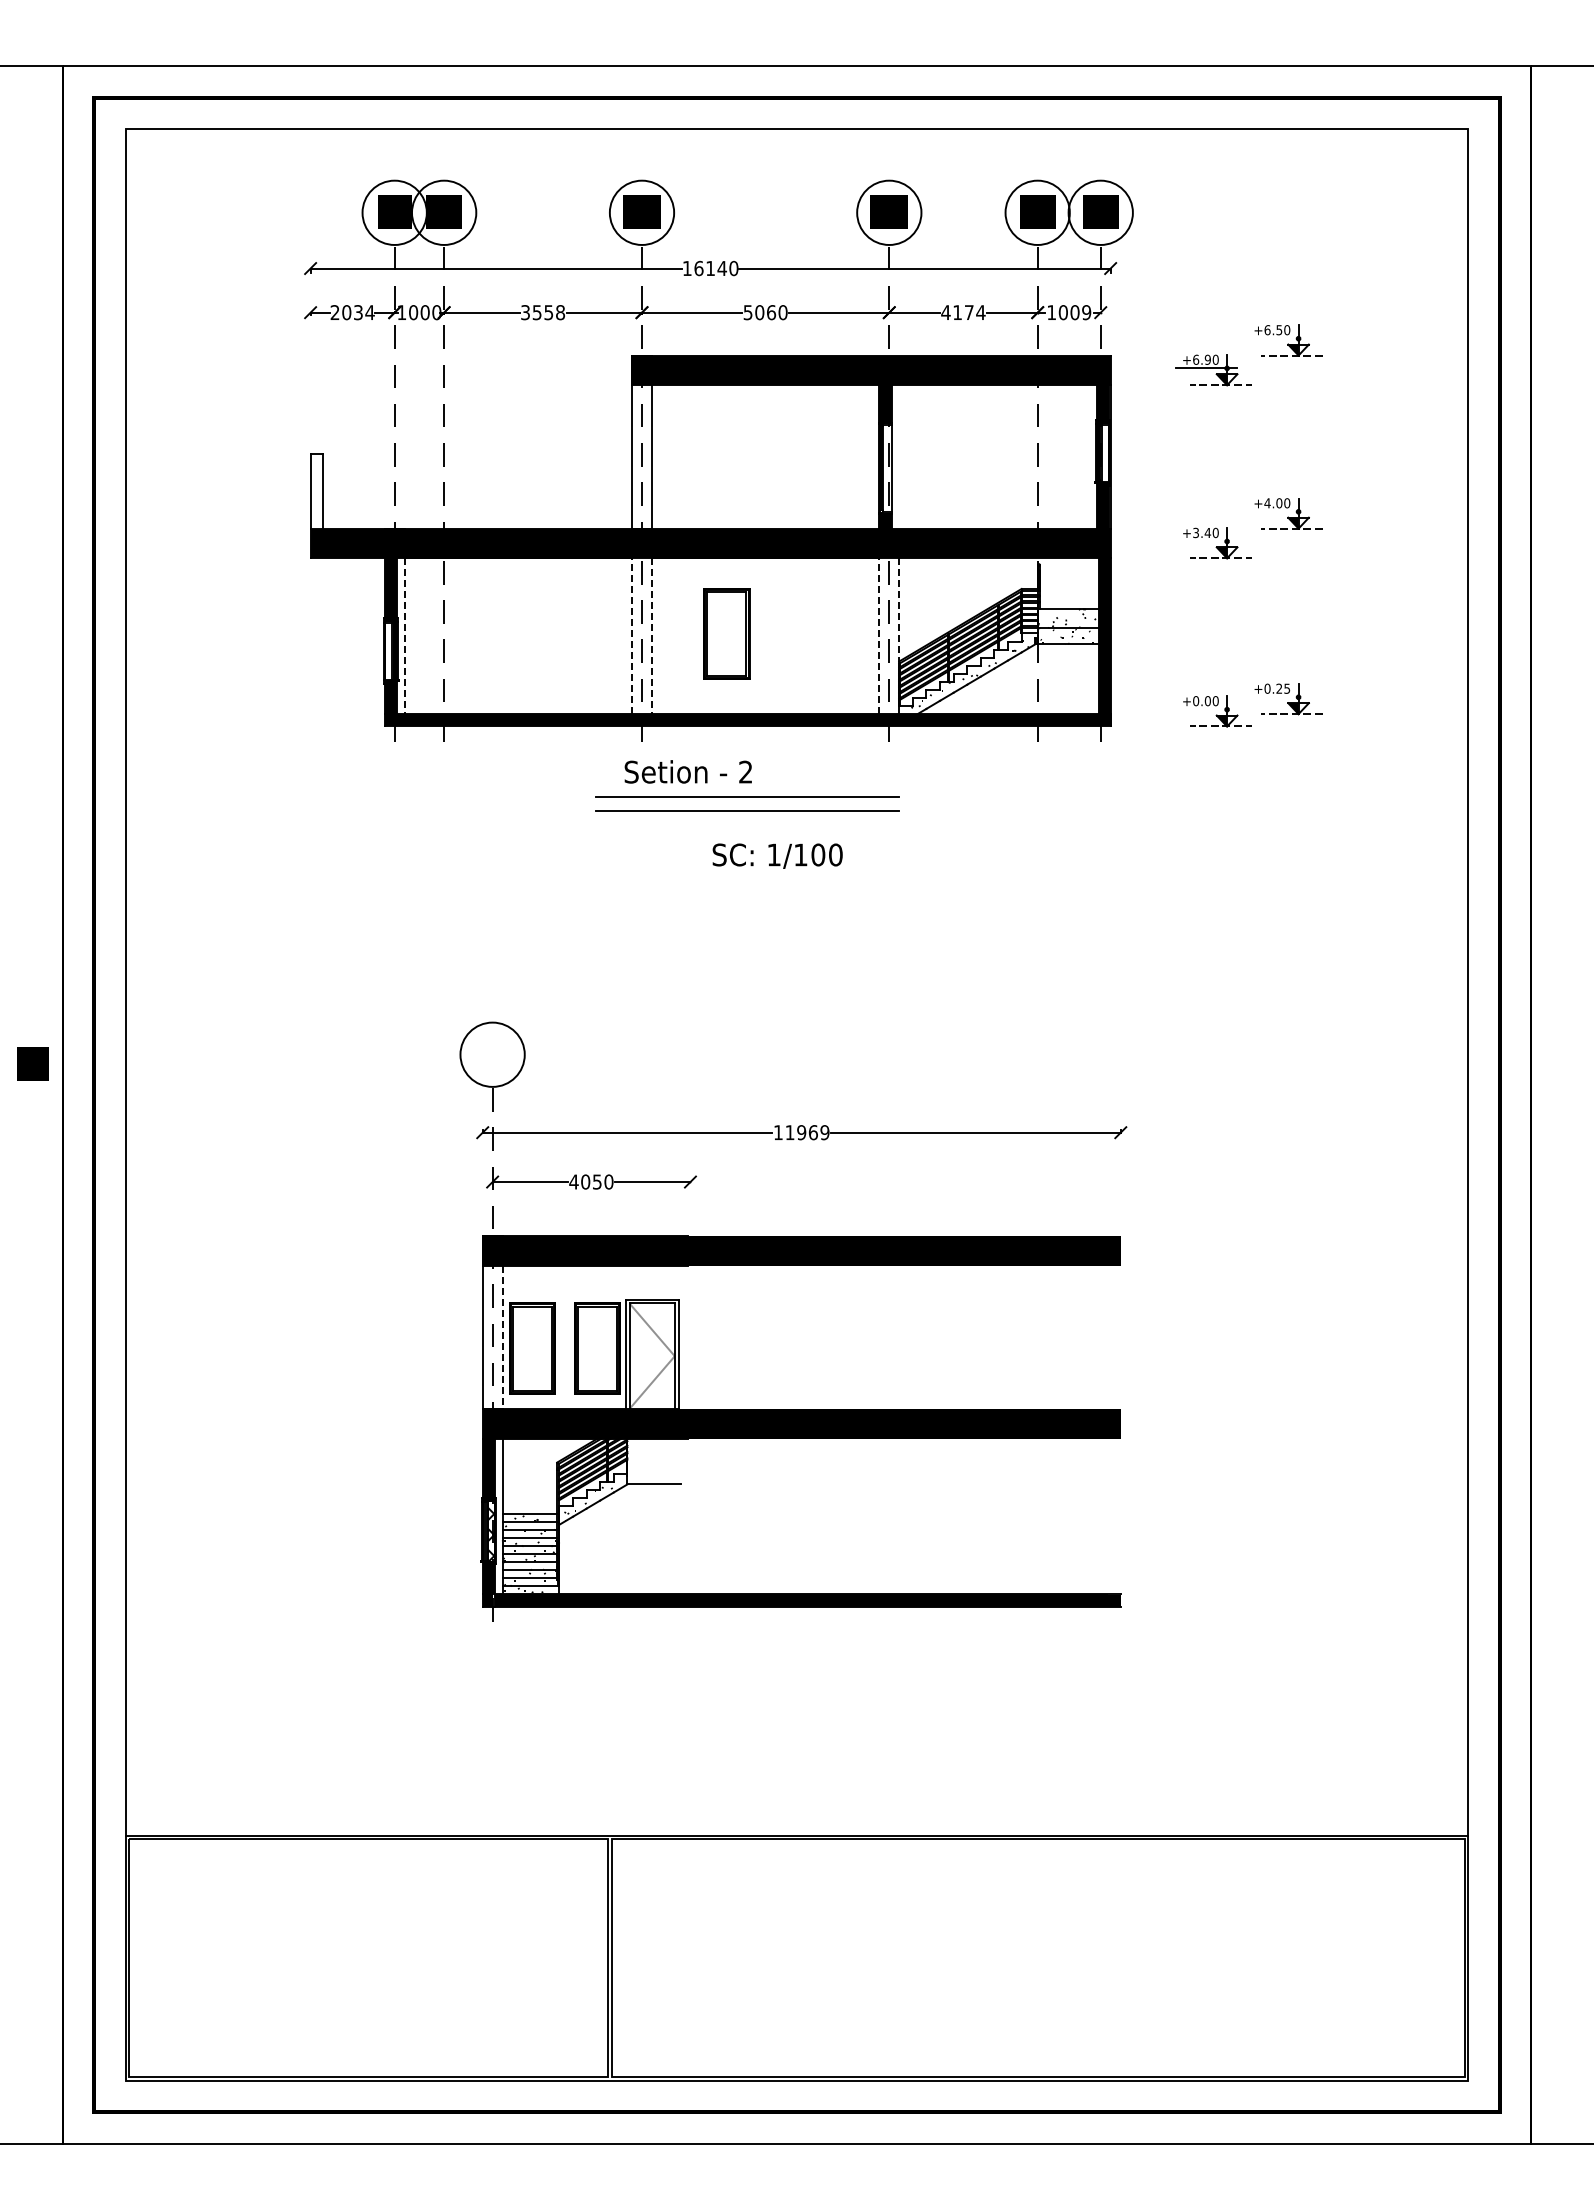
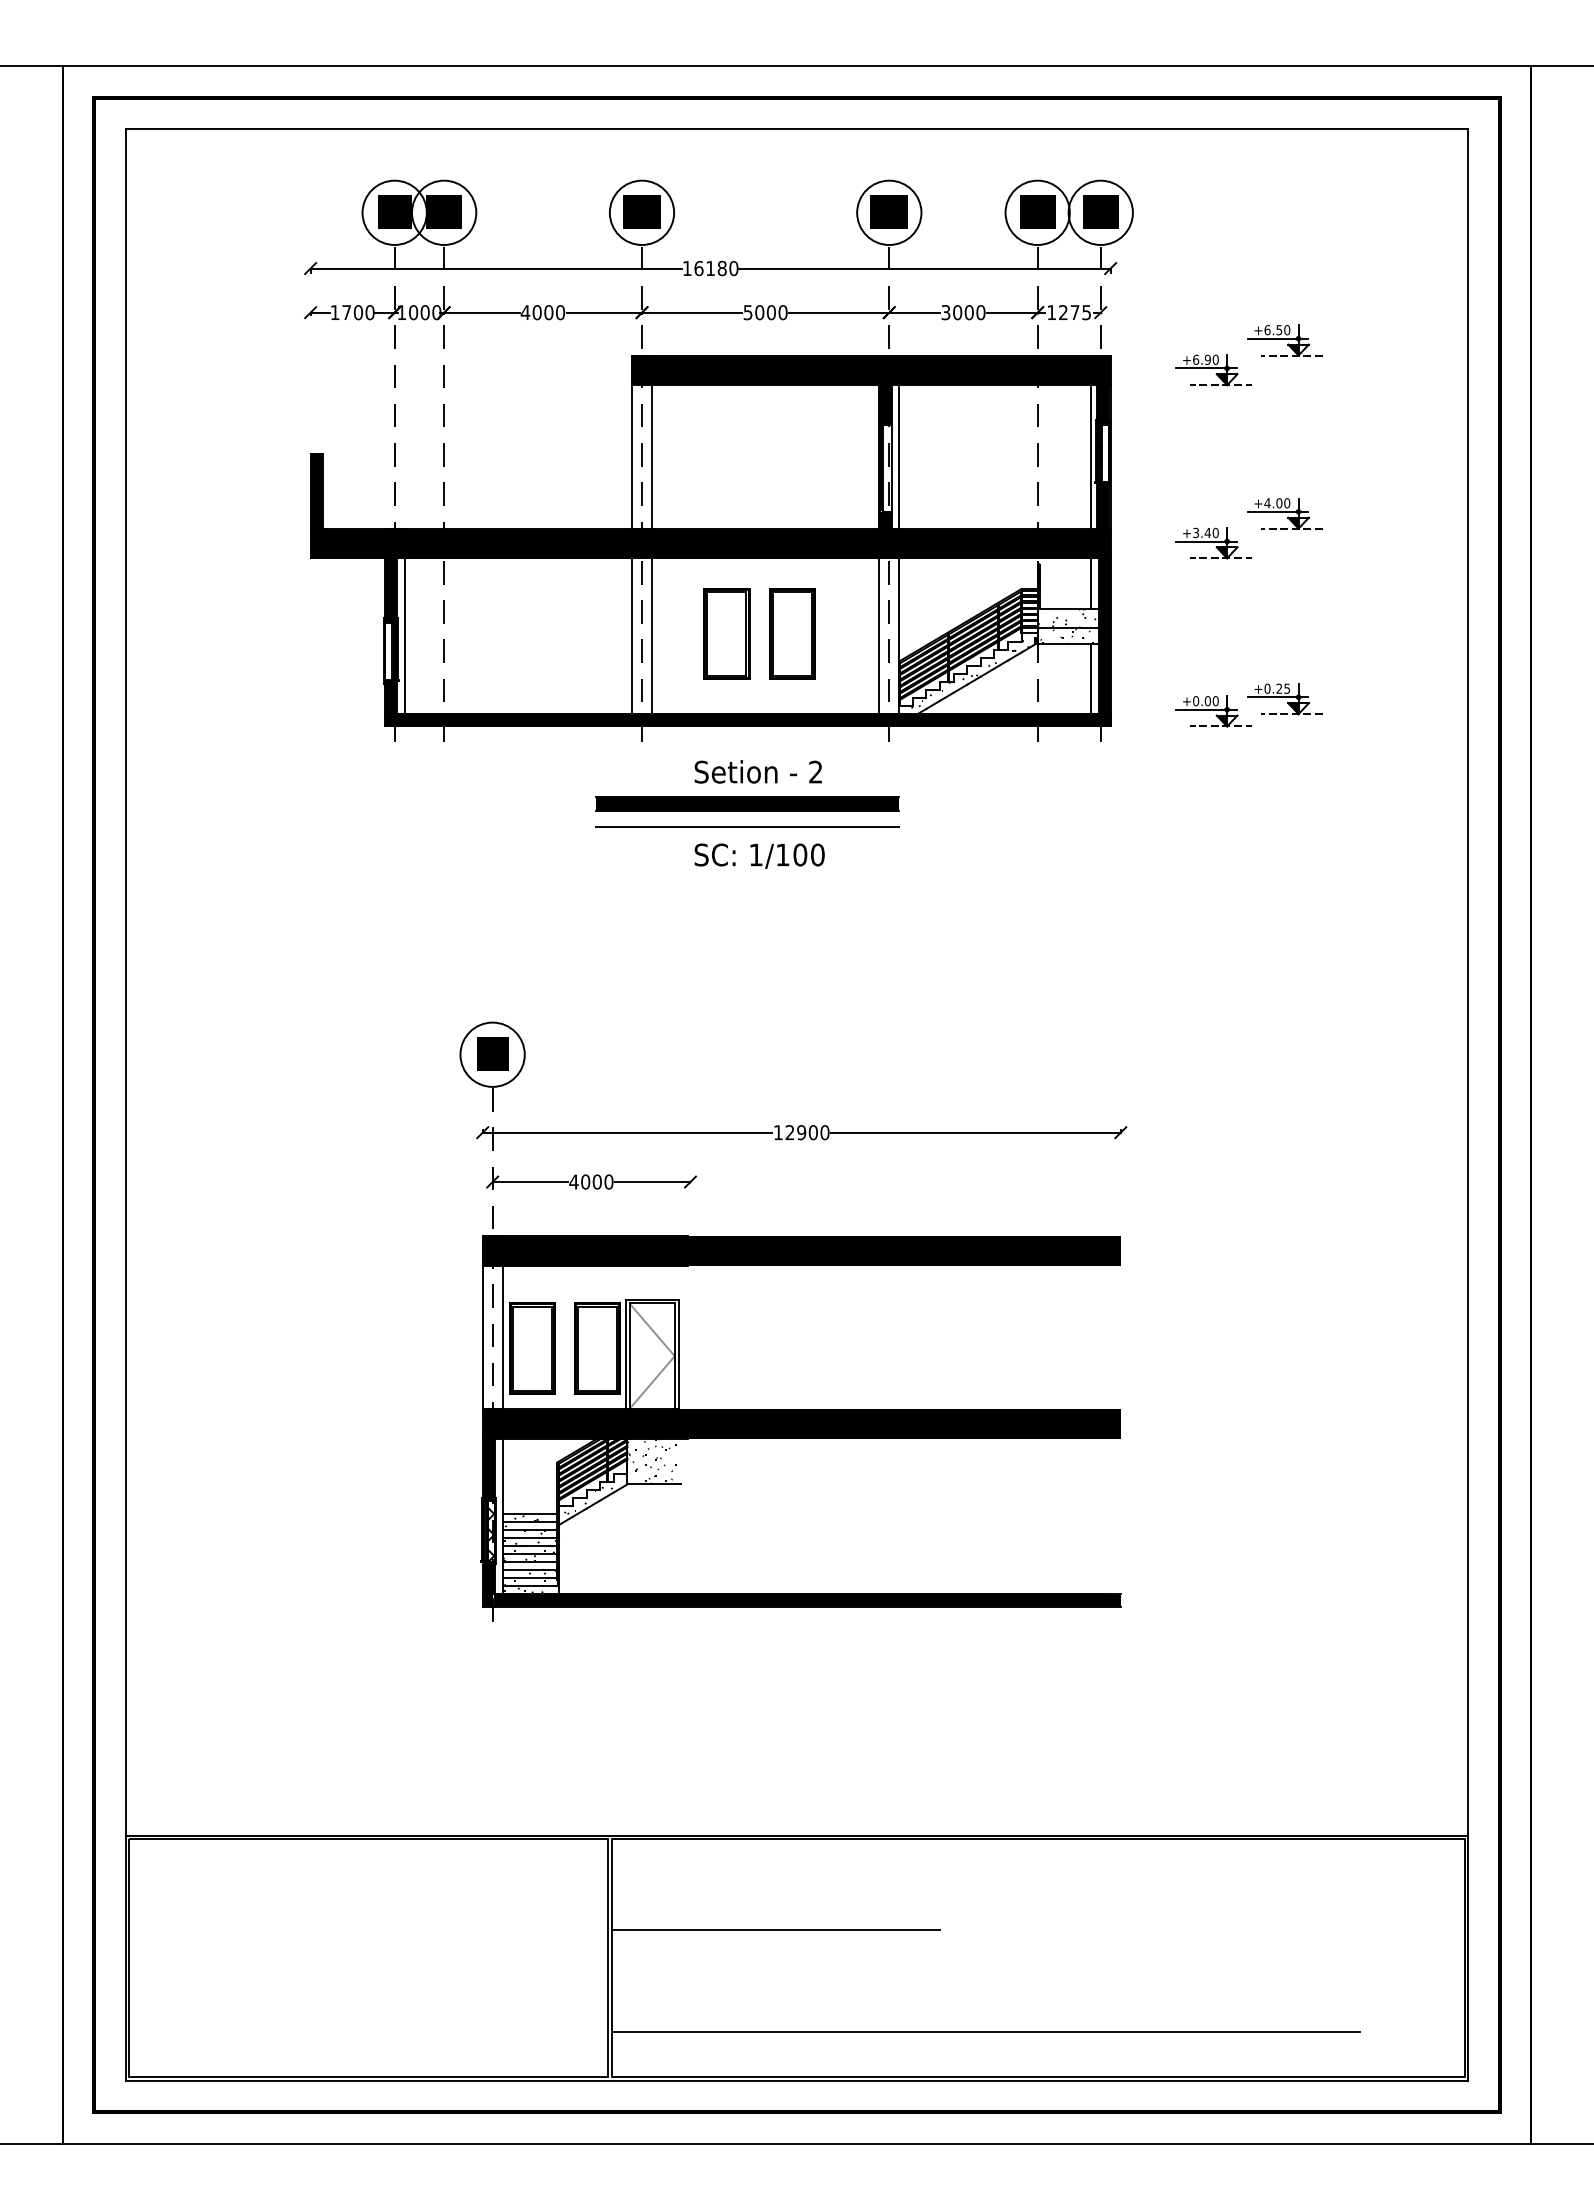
text at (722, 268): 16140 -> 16180
text at (352, 312): 2034 -> 1700
text at (542, 312): 3558 -> 4000
text at (771, 312): 5060 -> 5000
text at (963, 312): 4174 -> 3000
text at (1074, 312): 1009 -> 1275
line at (1277, 338): none -> present
line at (899, 456): none -> present
line at (1090, 456): none -> present
fill at (316, 491): none -> present
line at (1277, 511): none -> present
line at (1206, 541): none -> present
line at (1090, 583): none -> present
line at (899, 609): dashed -> solid
part at (792, 633): none -> present
line at (404, 636): dashed -> solid
line at (632, 636): dashed -> solid
line at (651, 636): dashed -> solid
line at (879, 636): dashed -> solid
line at (1090, 679): none -> present
line at (1277, 697): none -> present
line at (1206, 709): none -> present
text at (687, 771) position: (687, 771) -> (757, 771)
fill at (747, 804): none -> present
line at (747, 826): none -> present
text at (777, 855) position: (777, 855) -> (759, 855)
text at (32, 1063) position: (32, 1063) -> (492, 1053)
text at (807, 1132): 11969 -> 12900
text at (596, 1181): 4050 -> 4000
line at (502, 1337): dashed -> solid
hatch at (651, 1461): none -> present
line at (775, 1930): none -> present
line at (985, 2031): none -> present
